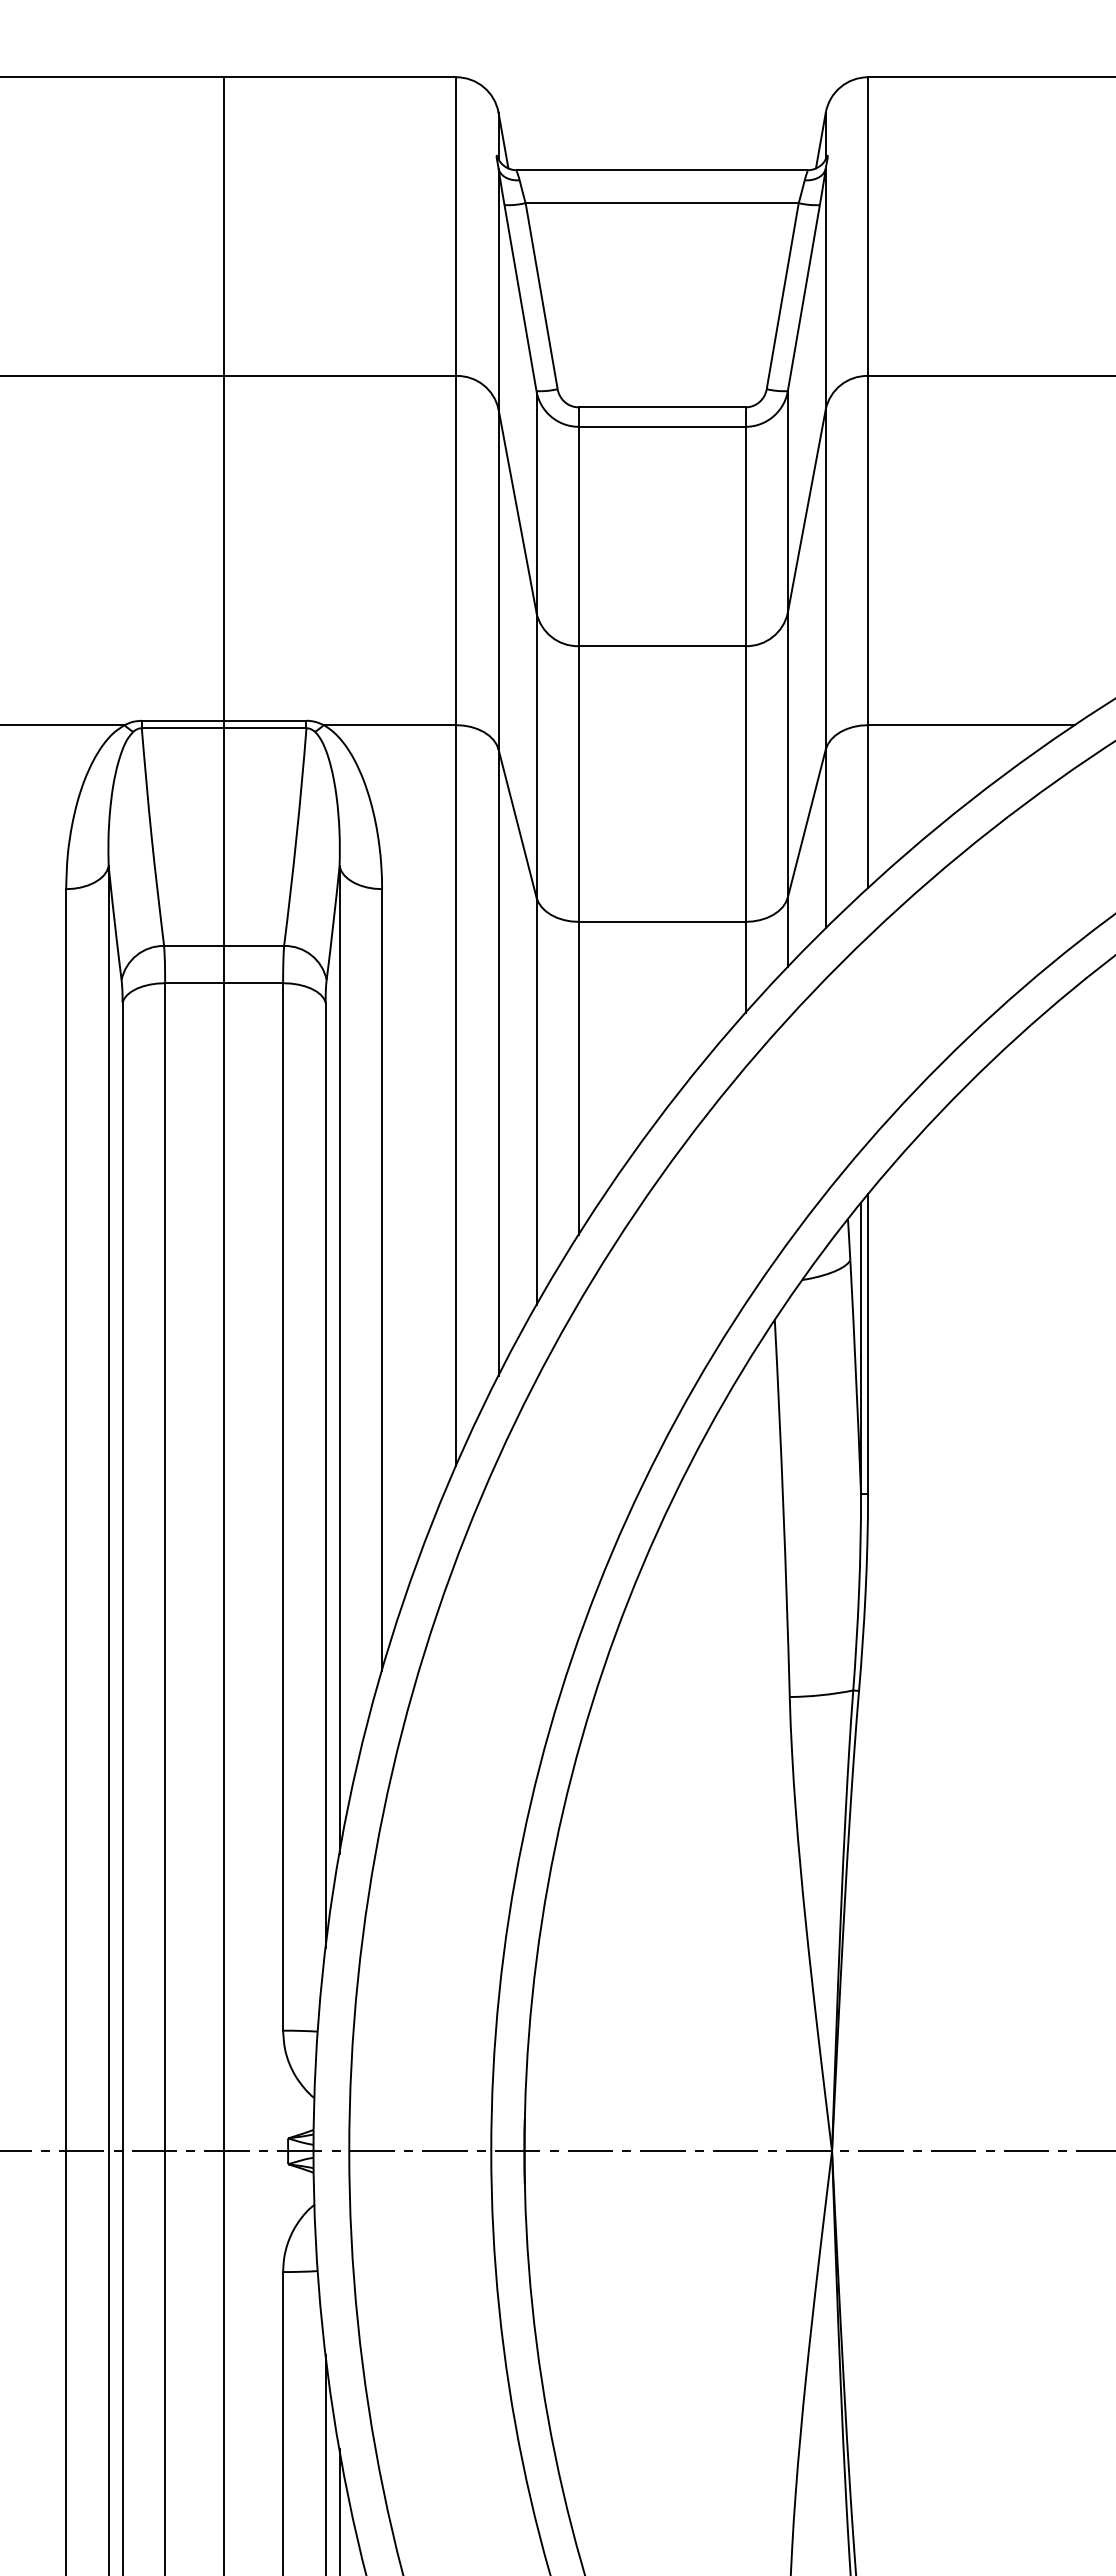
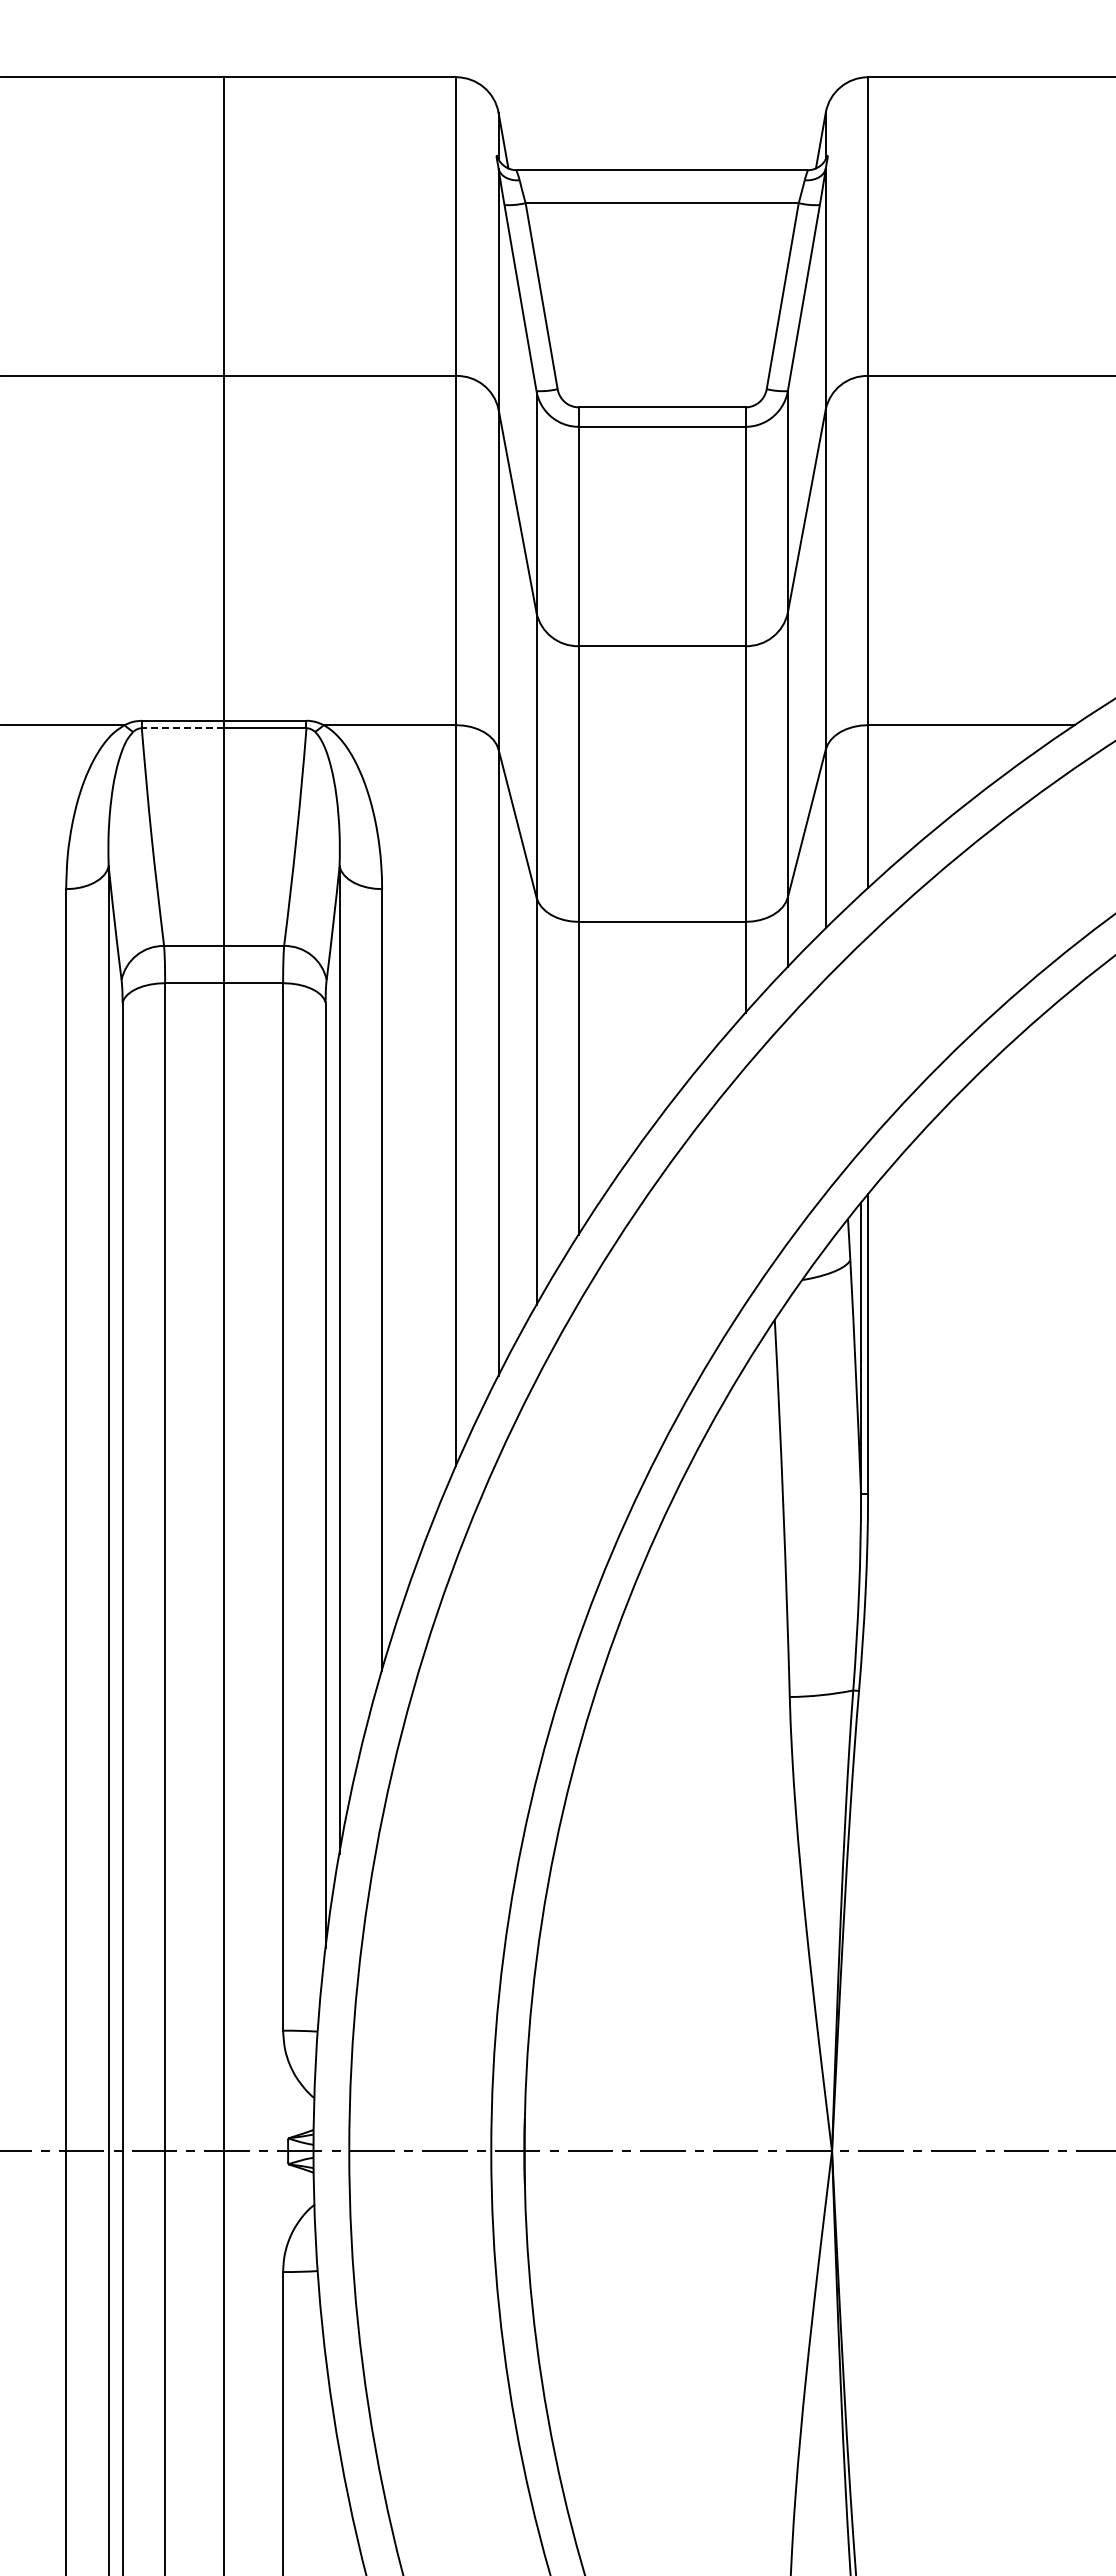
line at (182, 728): solid -> dashed
line at (325, 2463): present -> none
line at (339, 2510): present -> none
